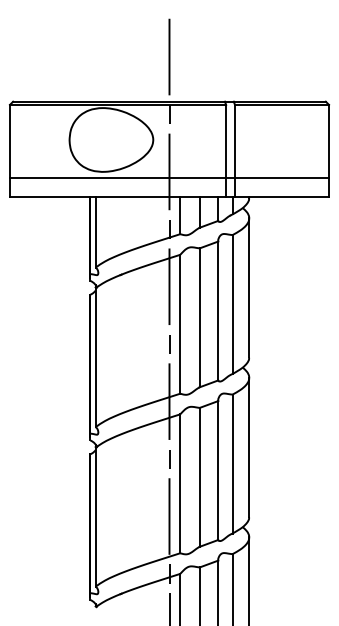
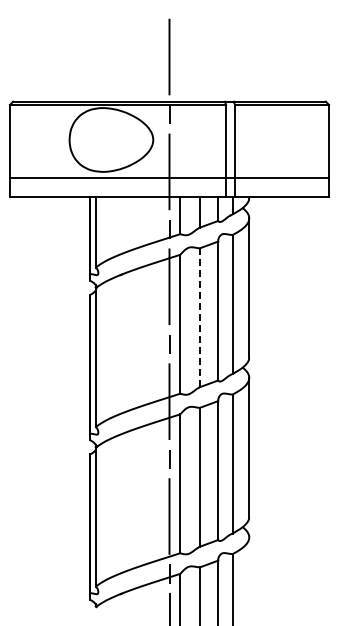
line at (199, 318): solid -> dashed
line at (249, 579): present -> none
